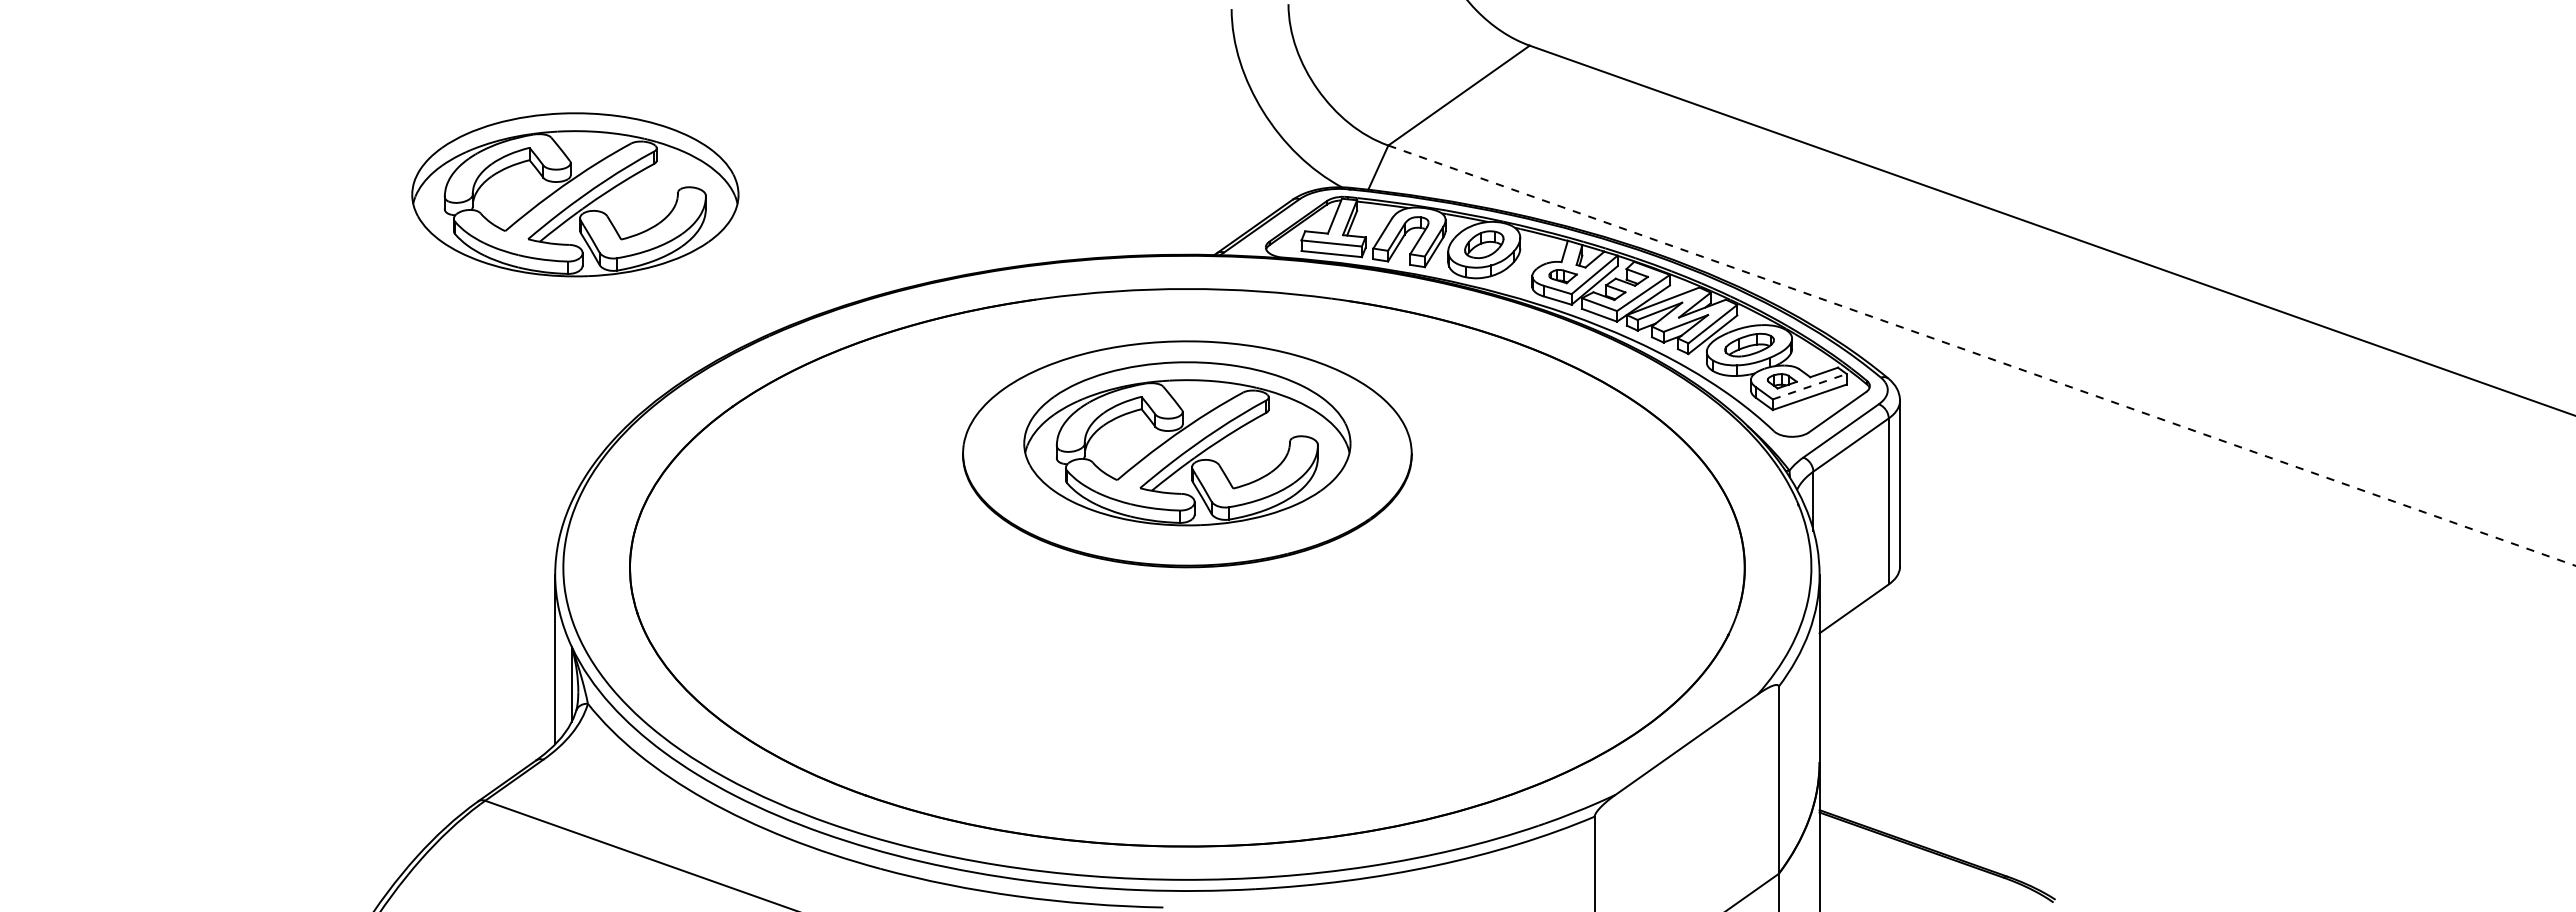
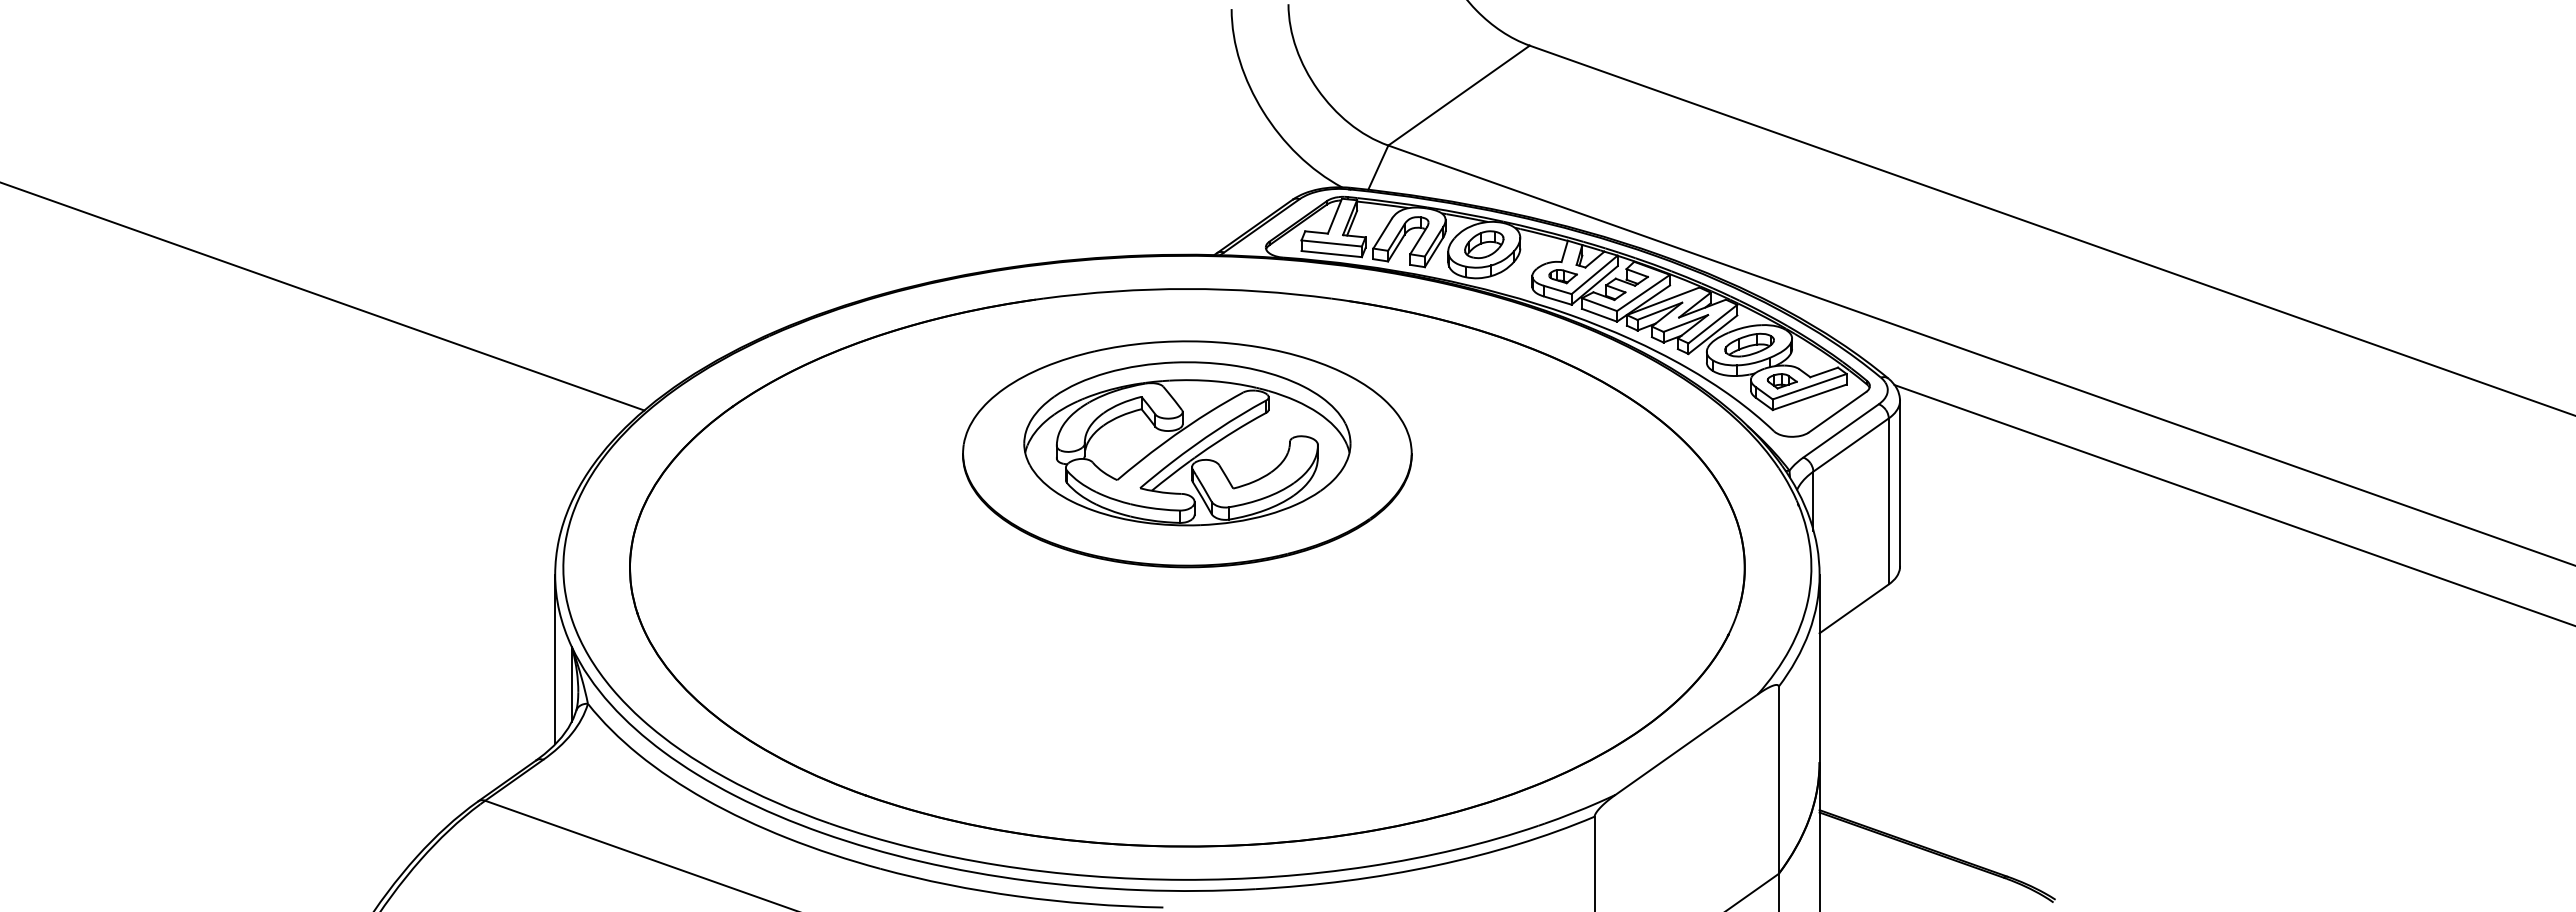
part at (575, 194): present -> none
line at (323, 296): none -> present
line at (1982, 355): dashed -> solid
line at (1810, 386): dashed -> solid
line at (2233, 505): none -> present
